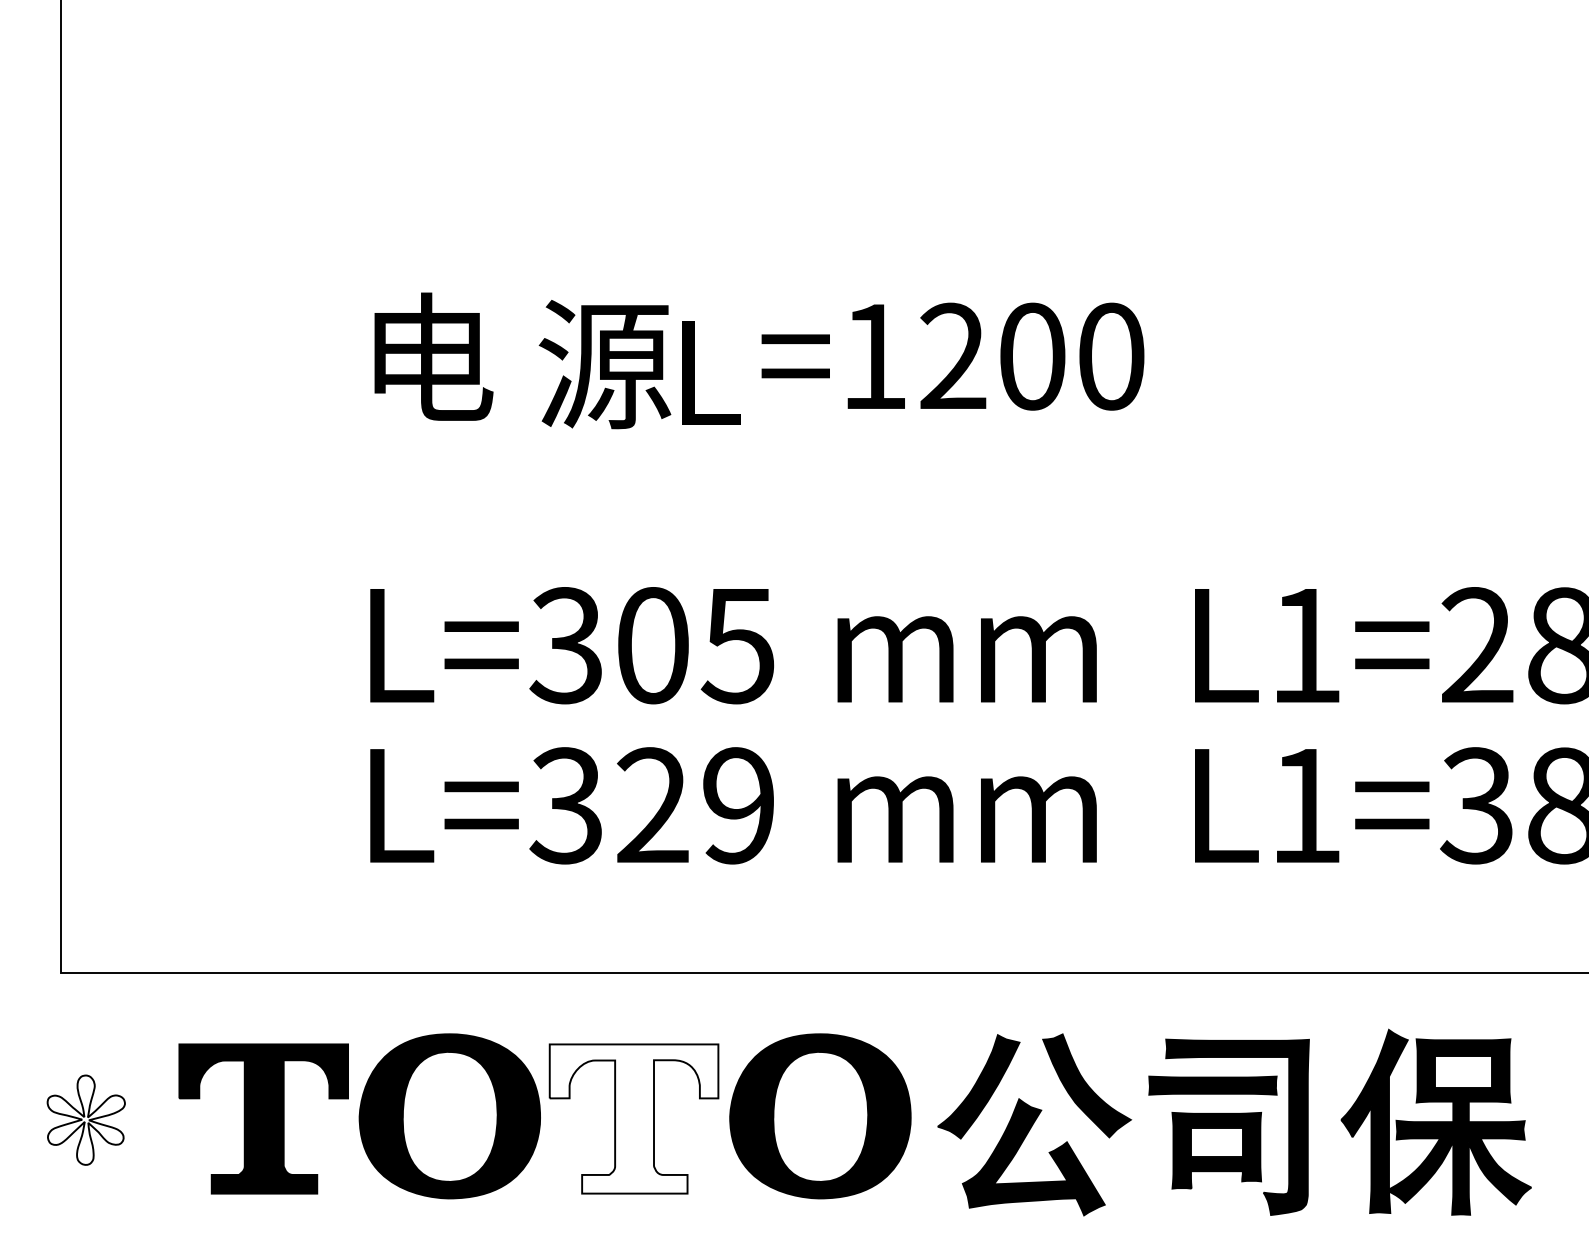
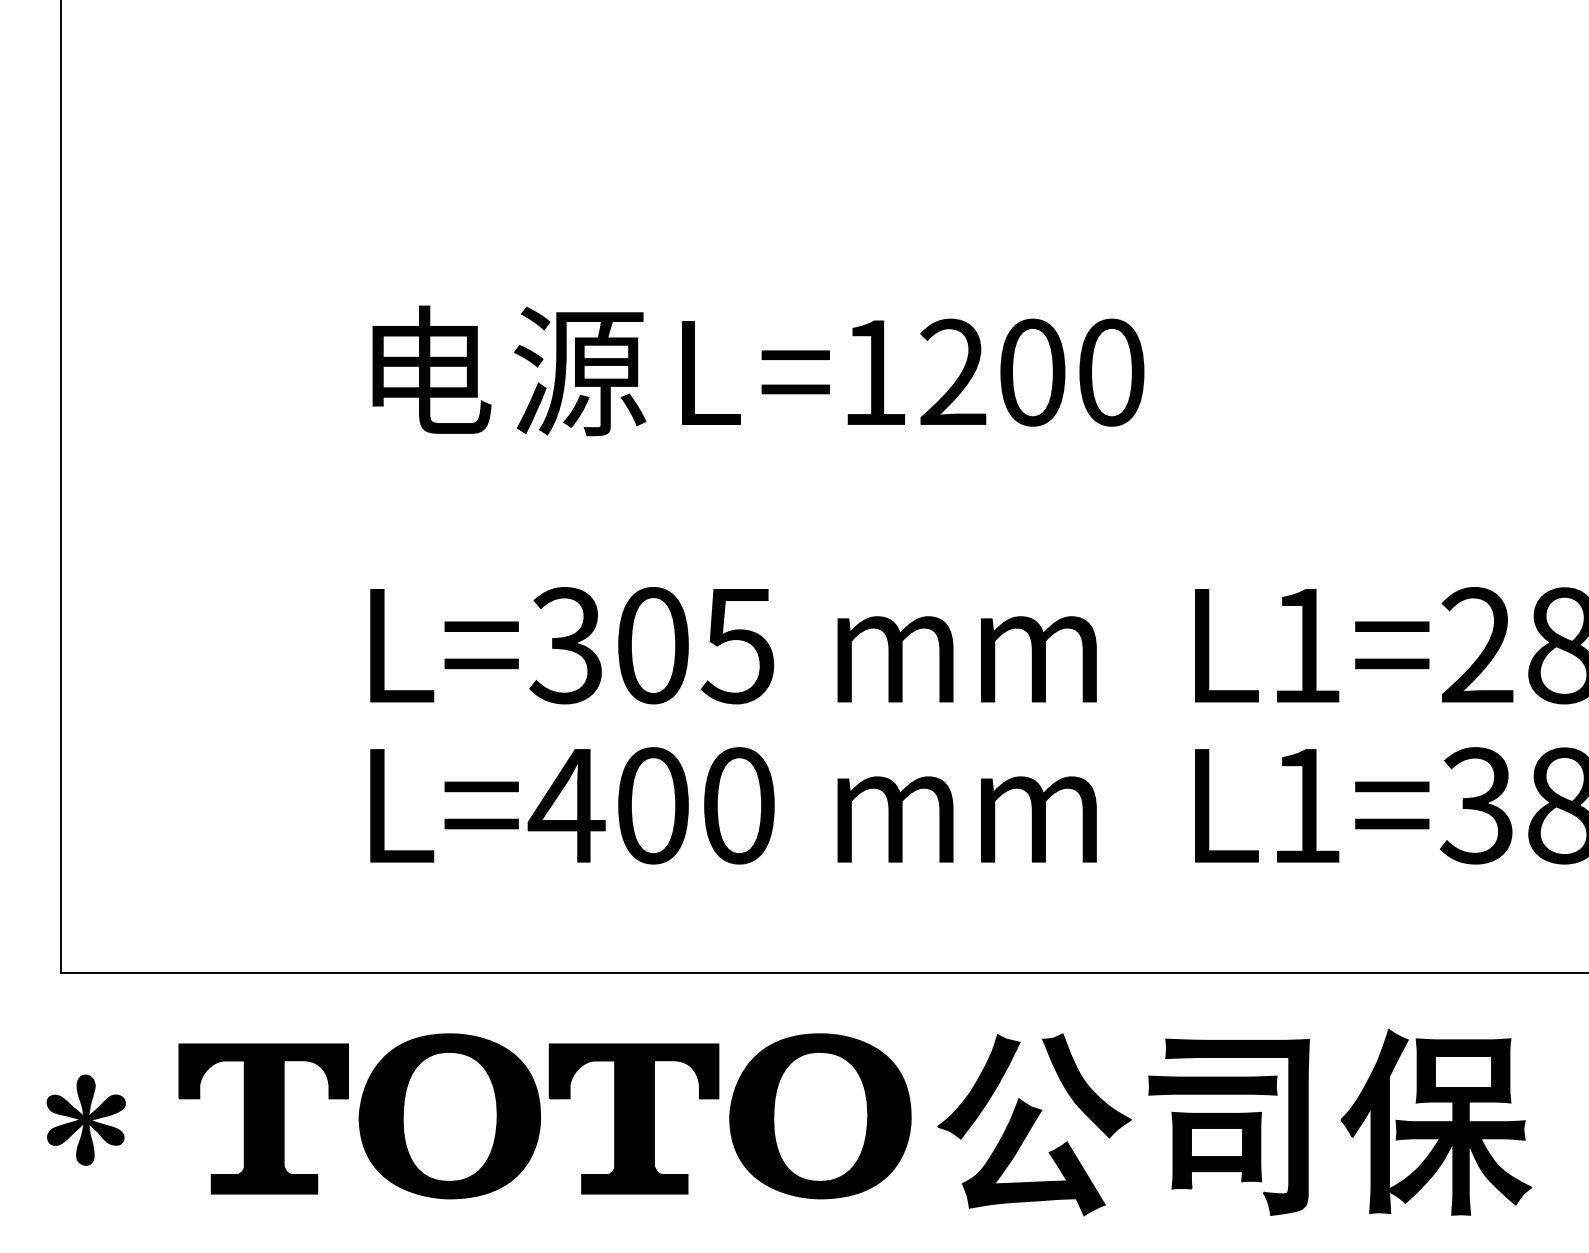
text at (433, 356) position: (433, 356) -> (431, 369)
text at (952, 356) position: (952, 356) -> (952, 372)
text at (604, 364) position: (604, 364) -> (579, 371)
text at (650, 805): L=329 -> L=400
fill at (633, 1118): none -> present
fill at (85, 1119): none -> present
